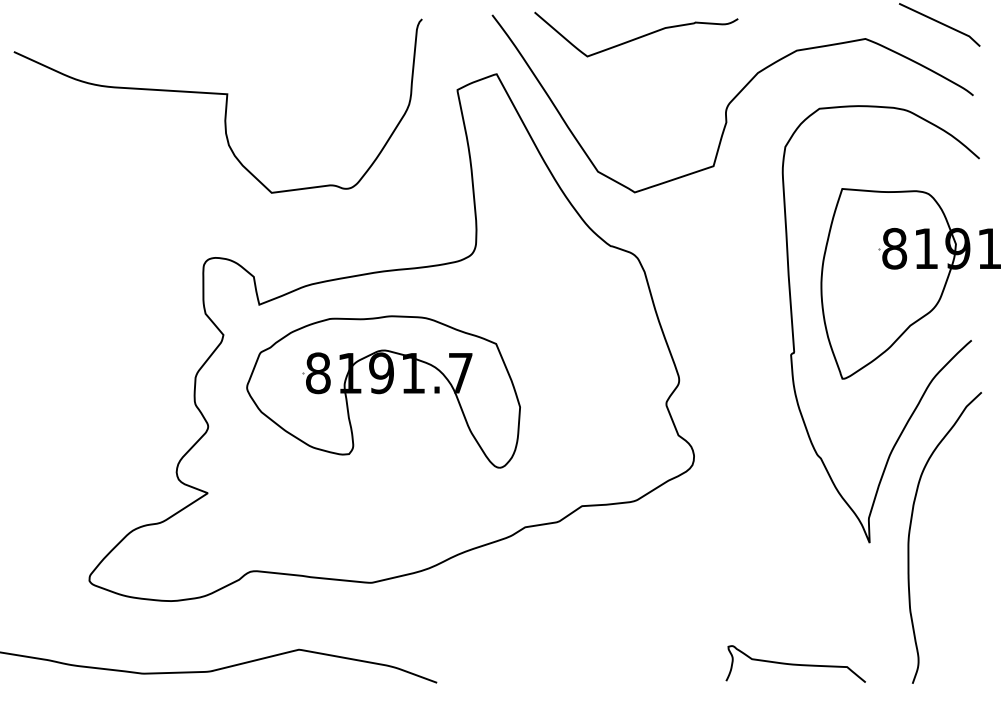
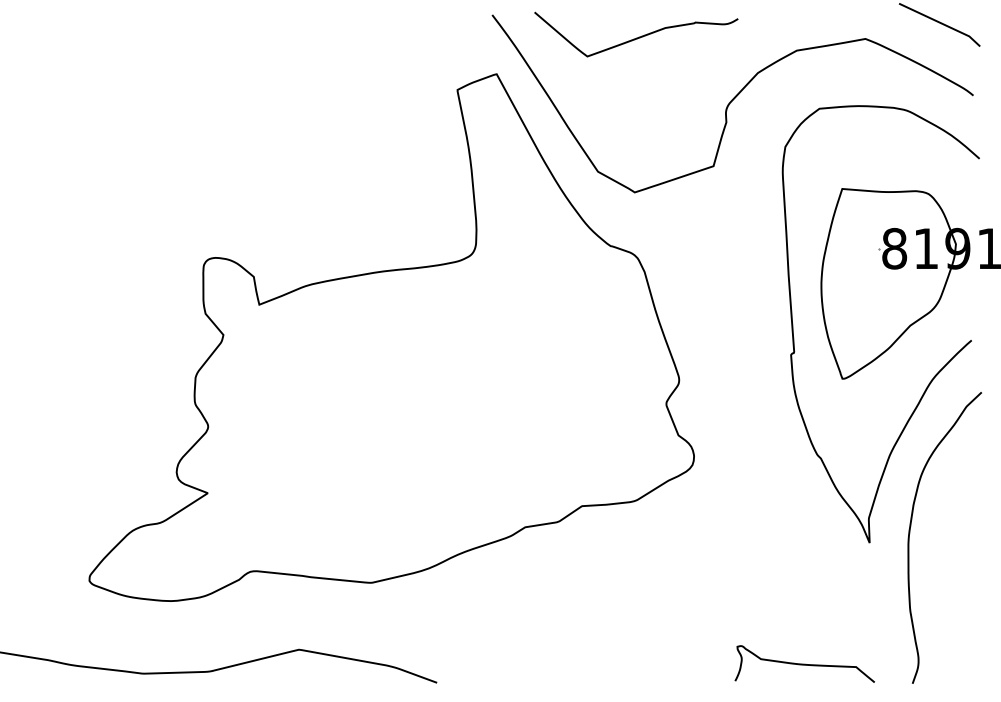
curve at (225, 105): present -> none
part at (383, 391): present -> none
curve at (795, 663) position: (795, 663) -> (804, 663)
